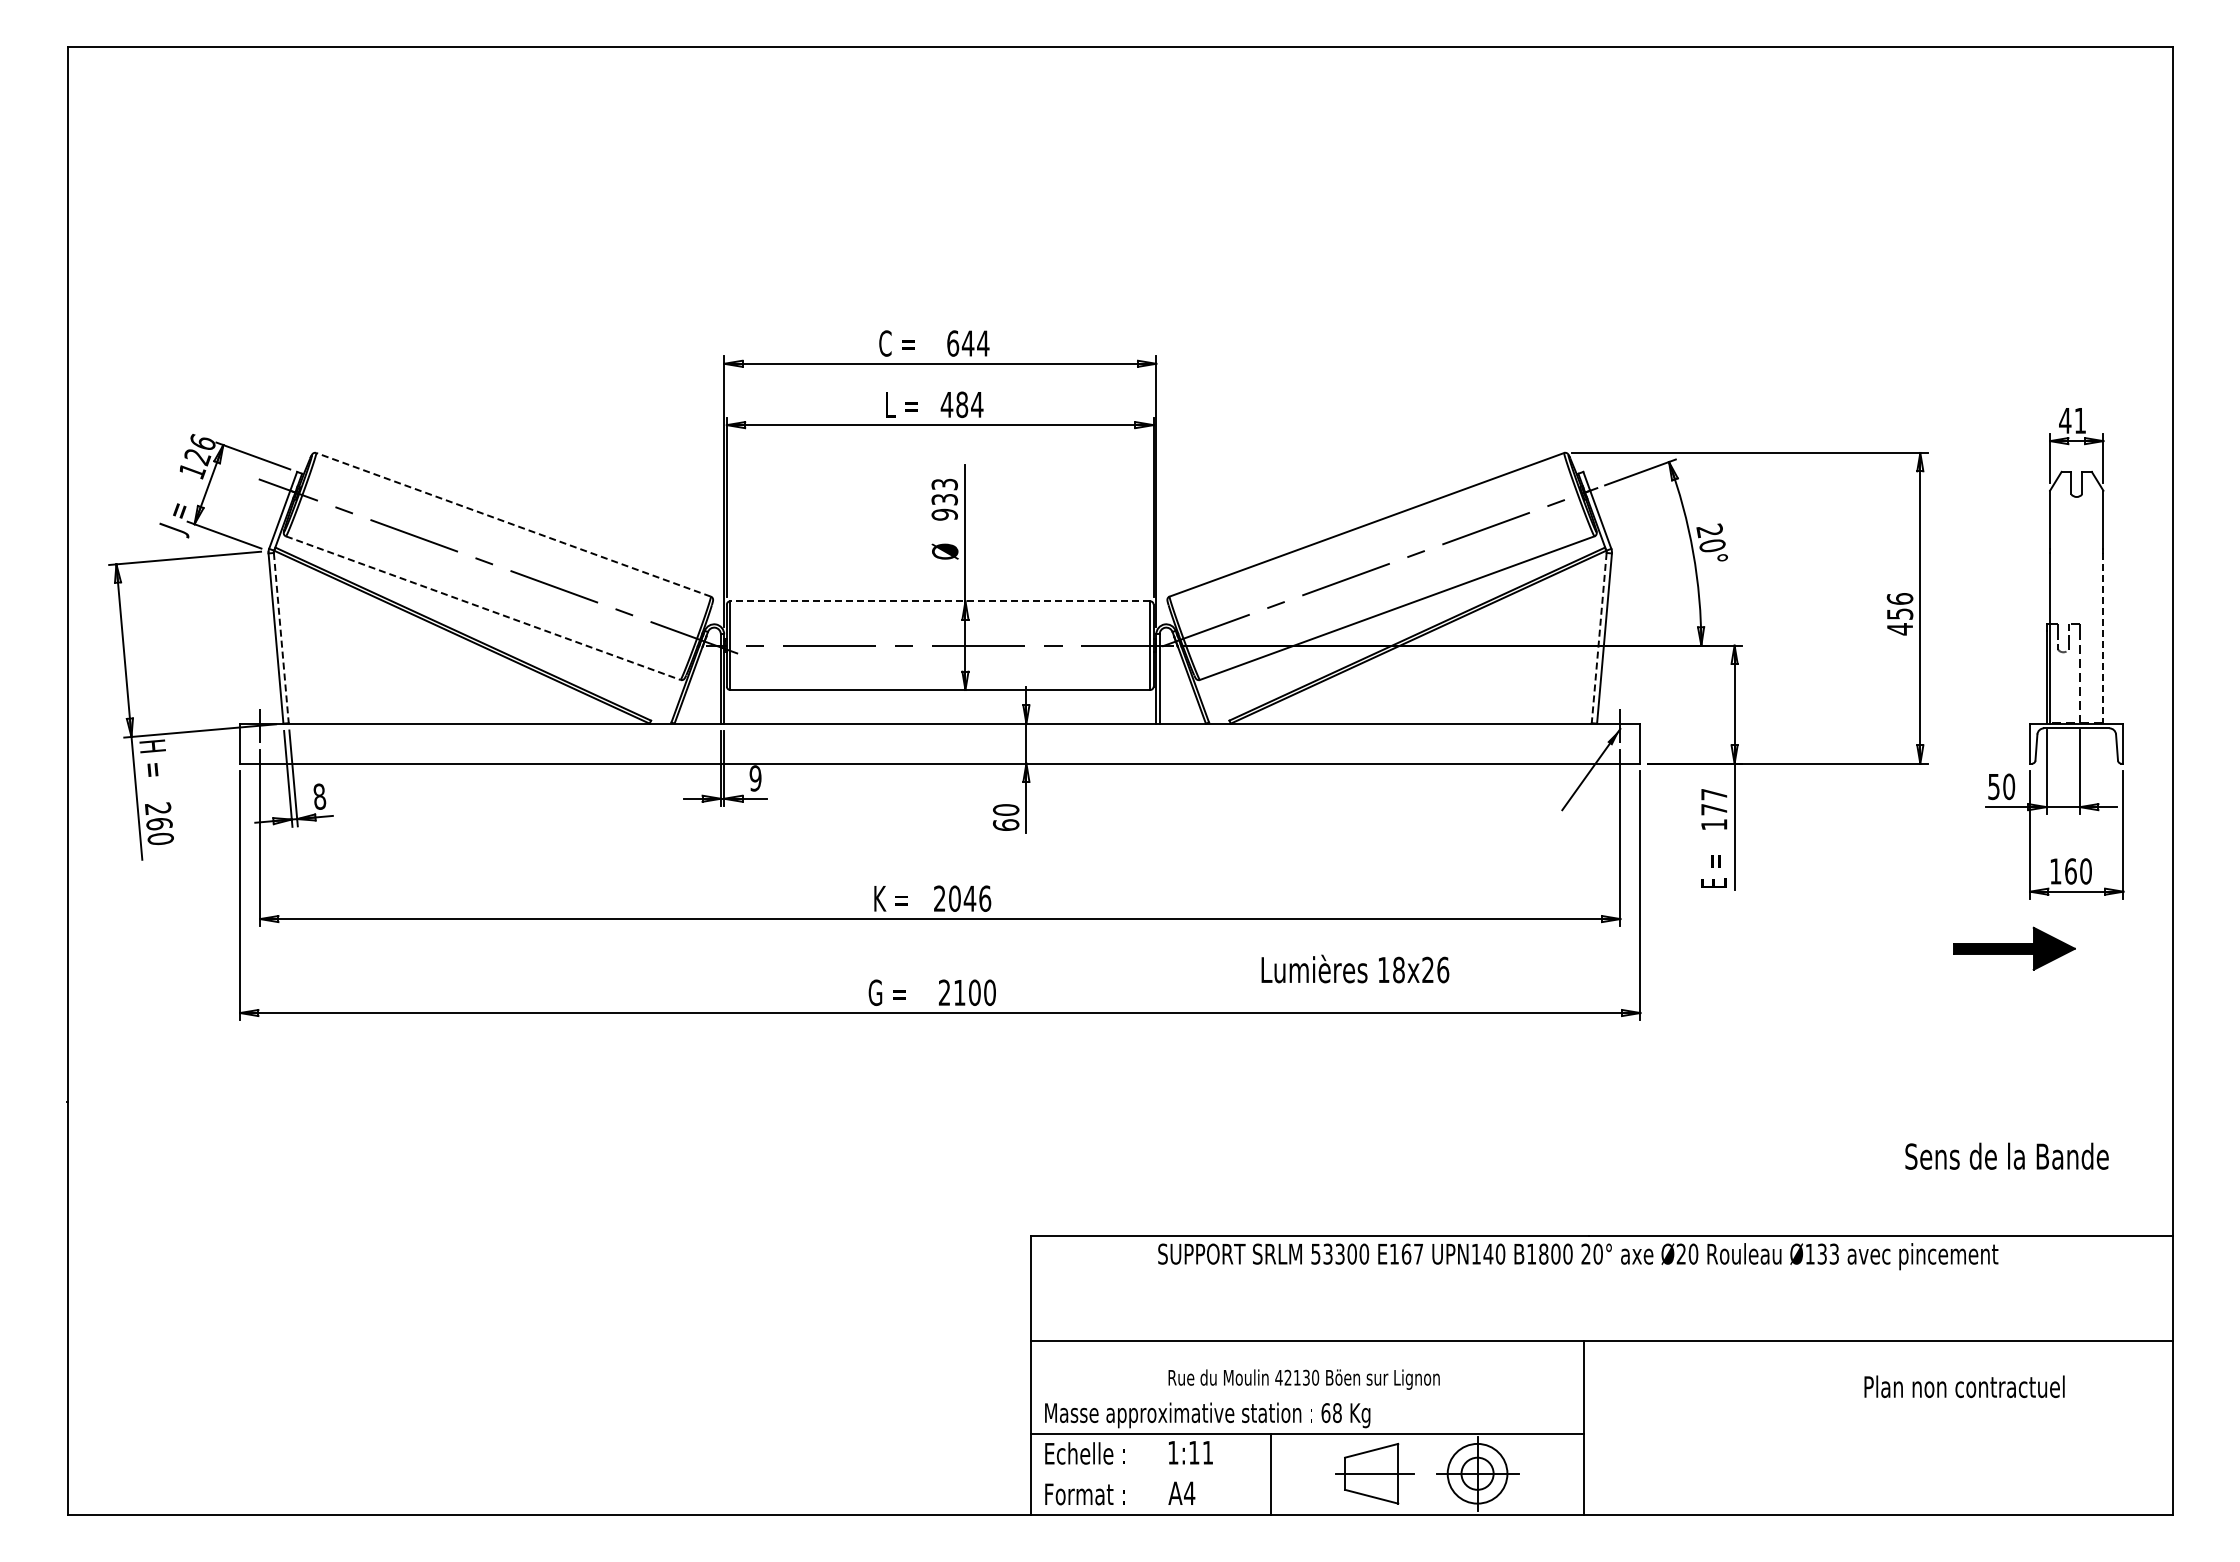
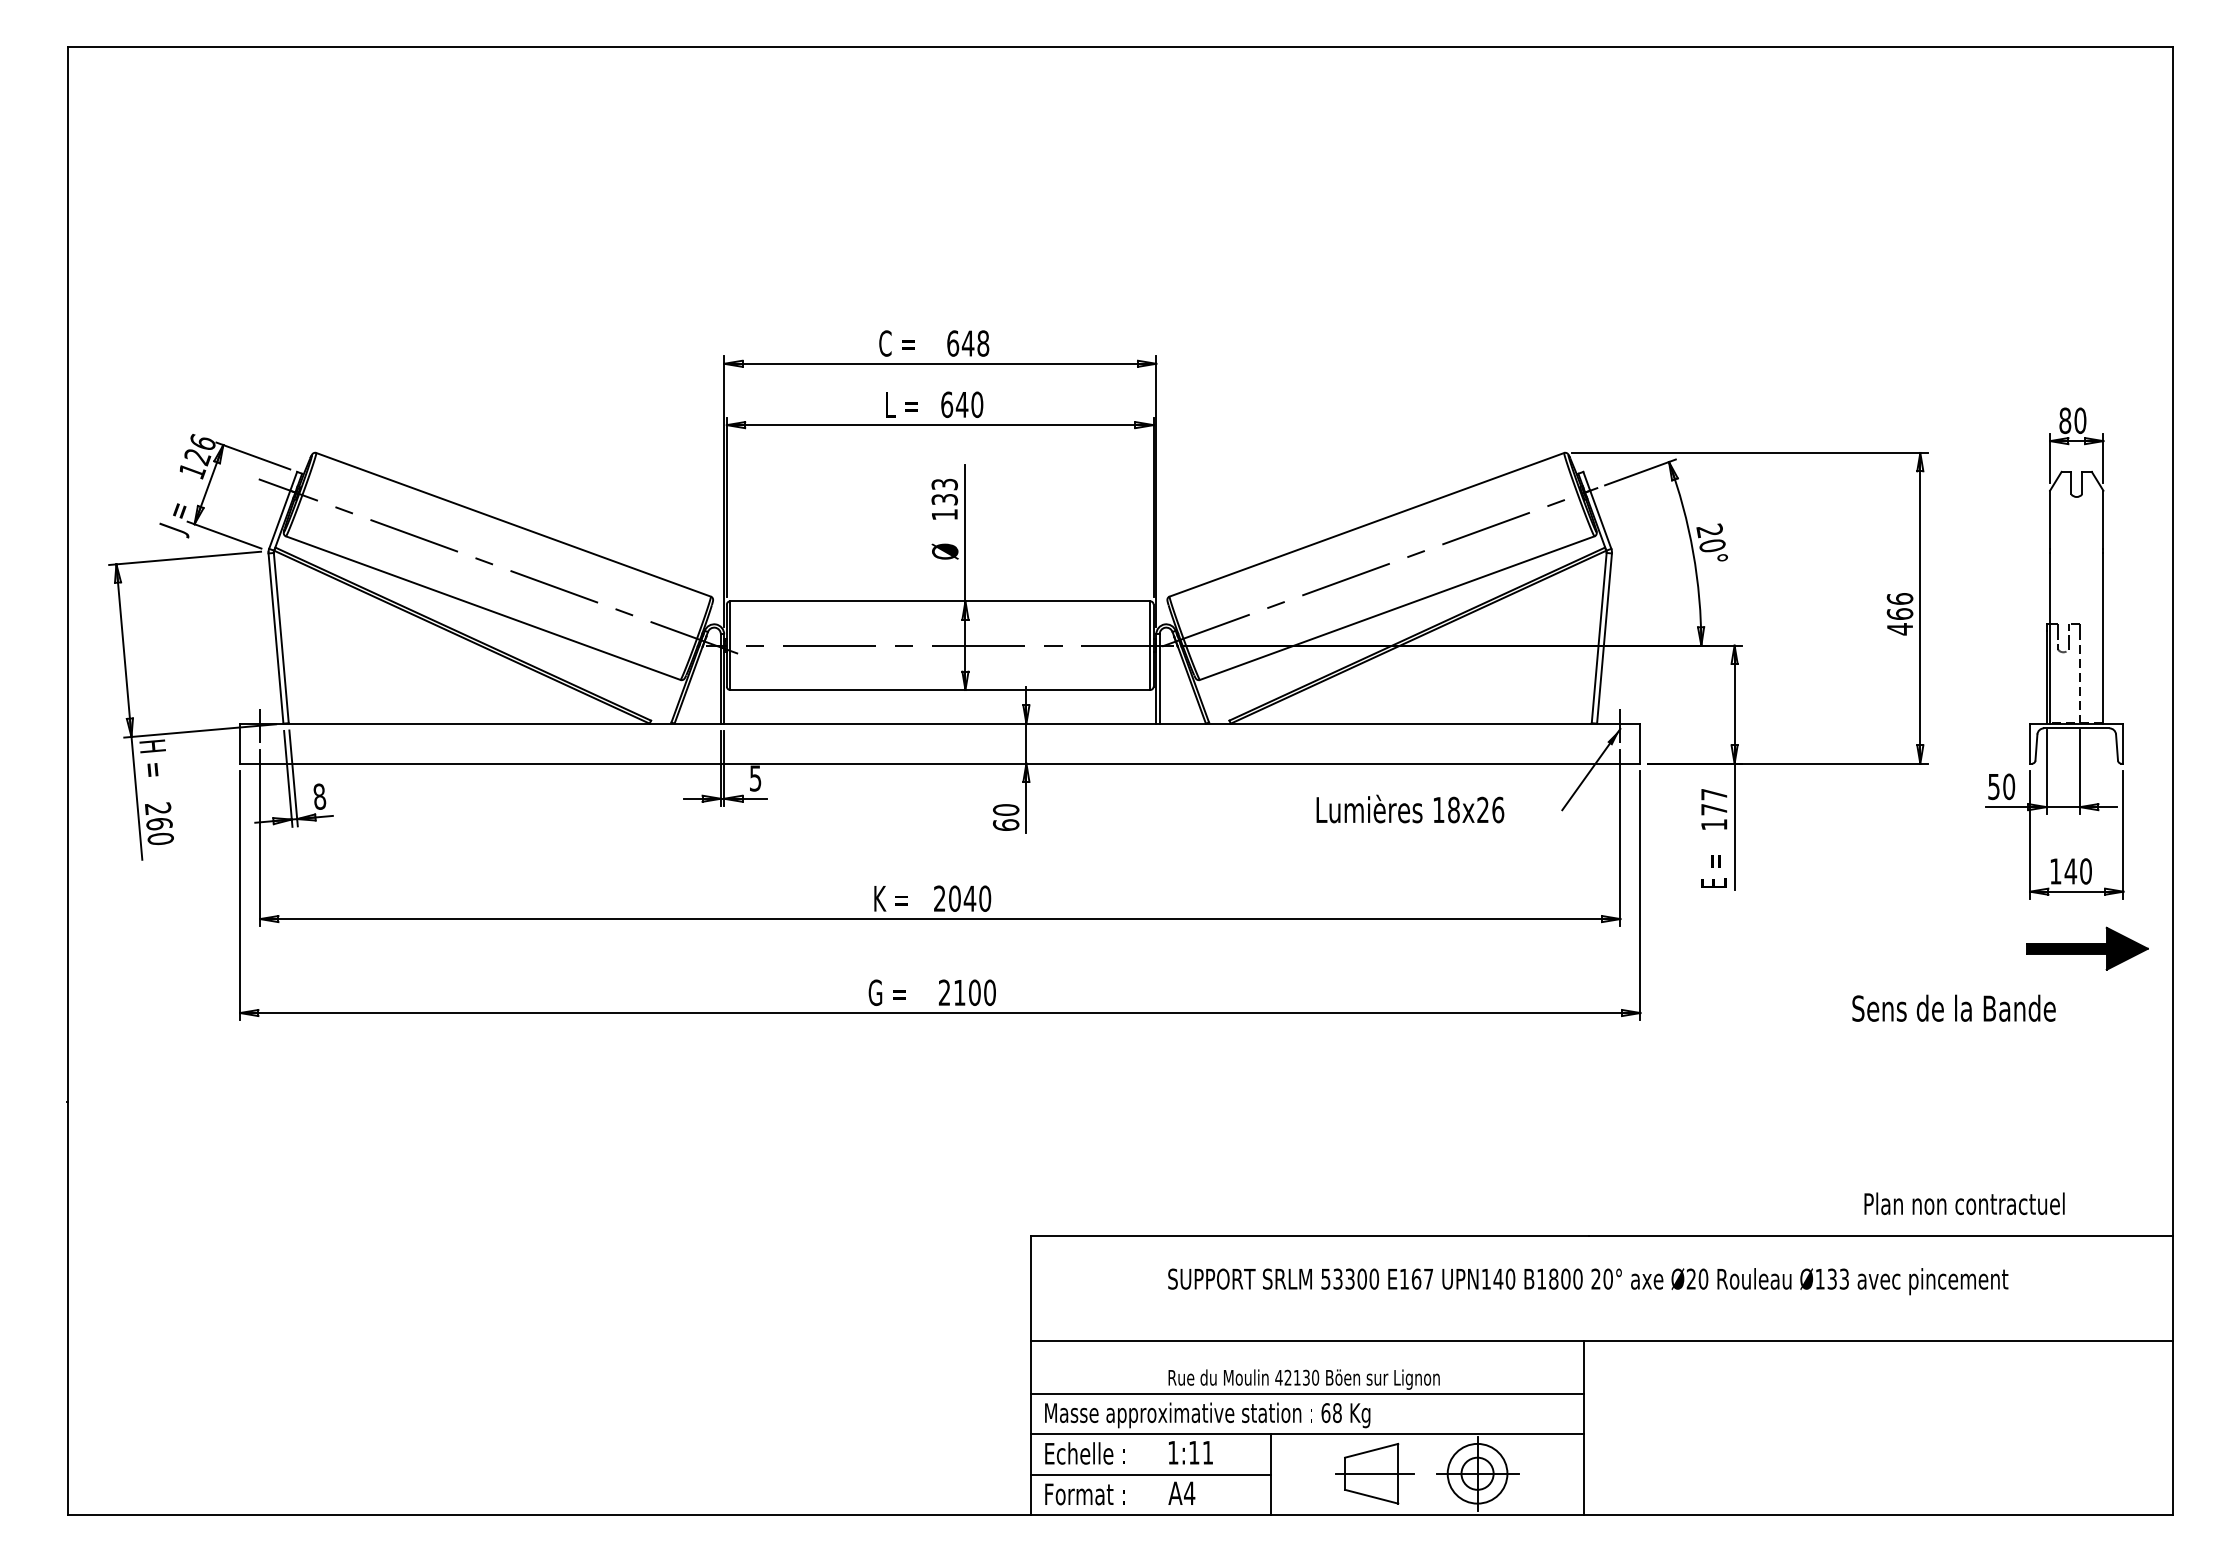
text at (983, 343): 644 -> 648
text at (961, 404): 484 -> 640
text at (2072, 420): 41 -> 80
text at (944, 514): 933 -> 133
line at (513, 524): dashed -> solid
line at (939, 601): dashed -> solid
line at (483, 608): dashed -> solid
text at (1899, 613): 456 -> 466
line at (281, 638): dashed -> solid
line at (1599, 638): dashed -> solid
line at (2103, 639): dashed -> solid
text at (755, 778): 9 -> 5
text at (2070, 871): 160 -> 140
text at (985, 898): 2046 -> 2040
part at (2014, 948) position: (2014, 948) -> (2087, 948)
text at (1355, 968) position: (1355, 968) -> (1410, 808)
text at (2006, 1155) position: (2006, 1155) -> (1953, 1007)
text at (1578, 1256) position: (1578, 1256) -> (1588, 1281)
text at (1964, 1386) position: (1964, 1386) -> (1964, 1203)
line at (1307, 1393): none -> present
line at (1150, 1474): none -> present
